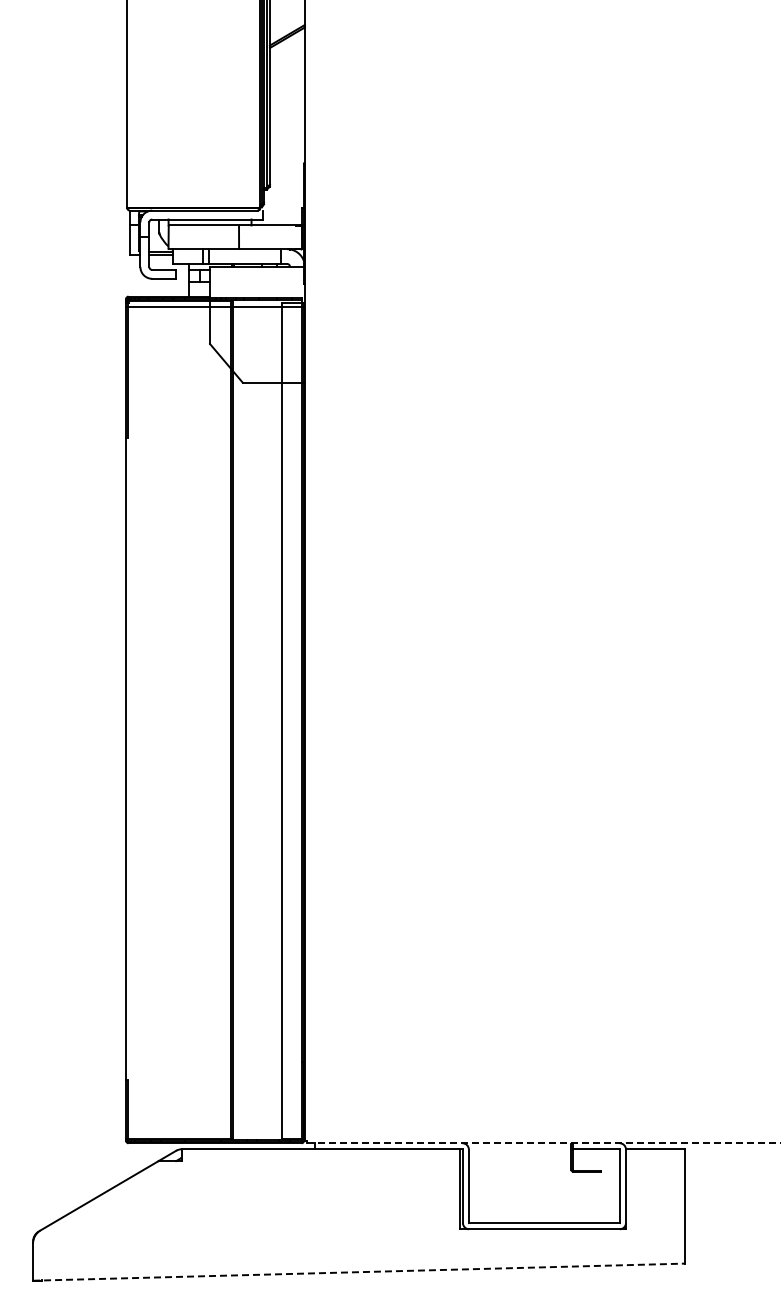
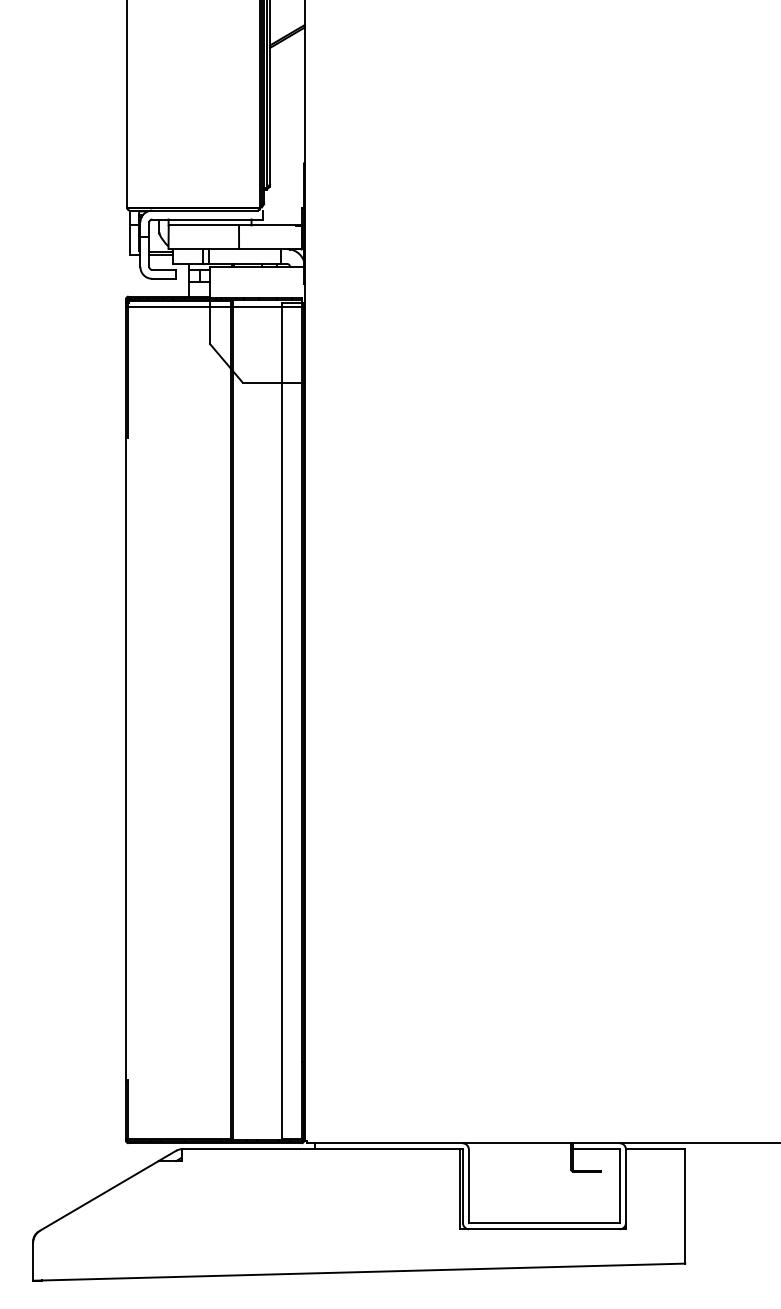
line at (544, 1143): dashed -> solid
line at (359, 1272): dashed -> solid
